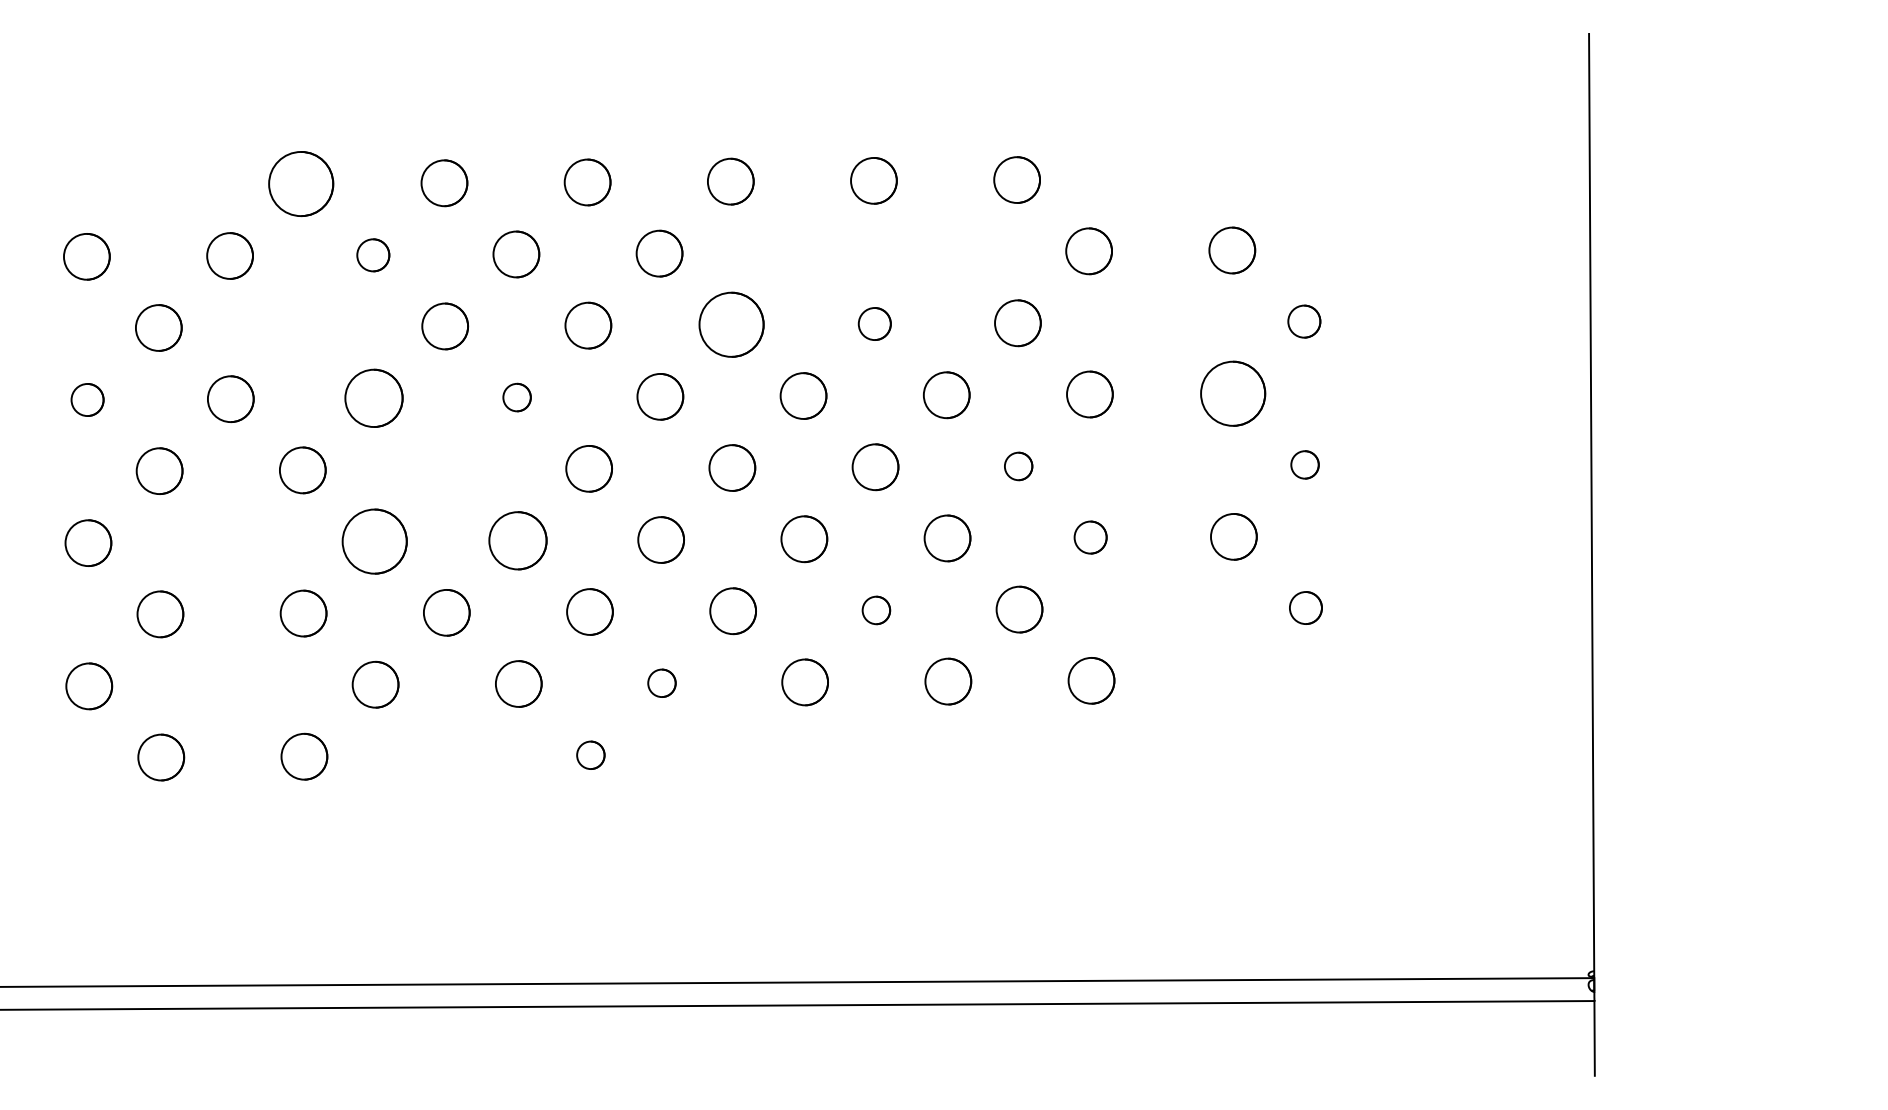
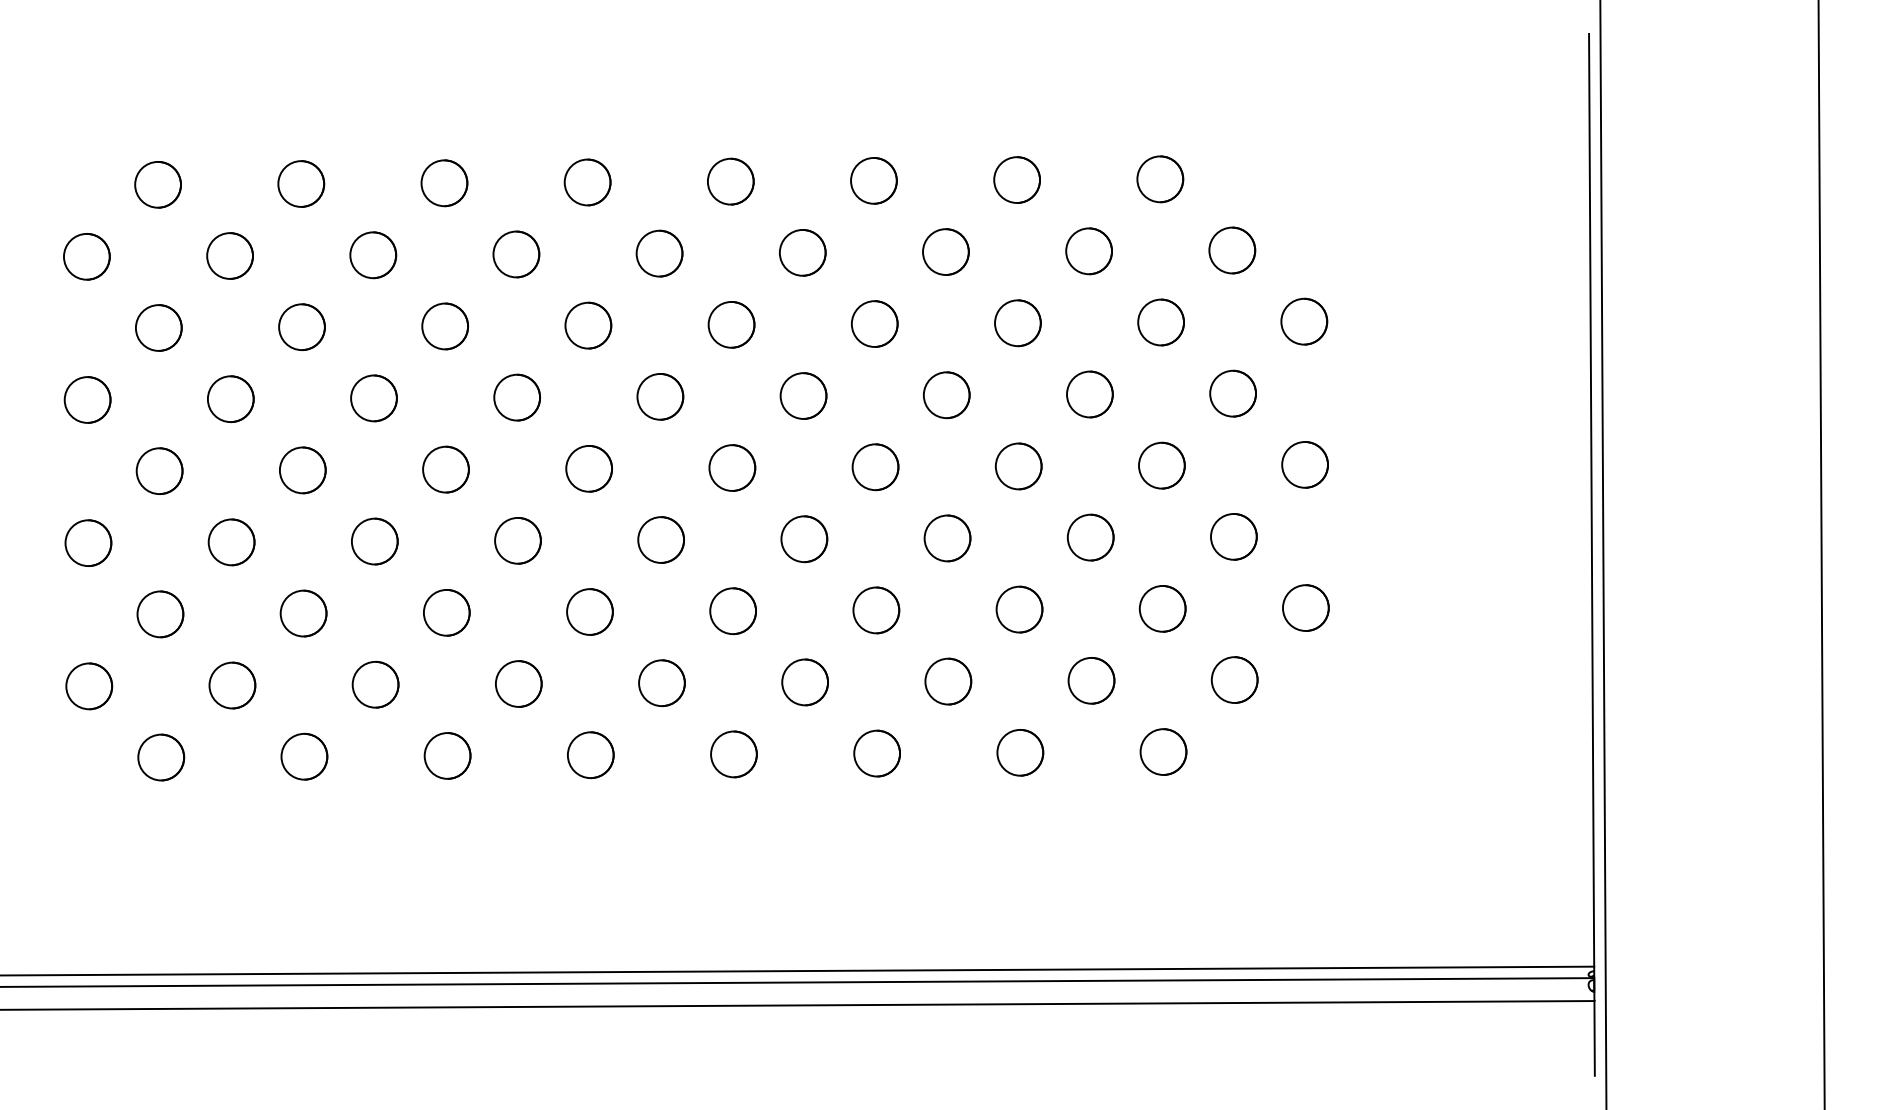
part at (1160, 179): none -> present
part at (301, 183) size: 67x66 px -> 49x48 px
circle at (157, 184): none -> present
circle at (945, 251): none -> present
circle at (802, 252): none -> present
part at (373, 255) size: 35x35 px -> 49x49 px
part at (1304, 321) size: 35x35 px -> 49x49 px
part at (1160, 322): none -> present
circle at (874, 323) size: 35x34 px -> 48x48 px
part at (731, 324) size: 67x67 px -> 49x48 px
part at (301, 327): none -> present
part at (1233, 393) size: 67x67 px -> 48x49 px
part at (373, 397) size: 60x60 px -> 48x49 px
part at (516, 397) size: 30x31 px -> 48x49 px
part at (87, 399) size: 35x34 px -> 49x48 px
circle at (1304, 464) size: 30x30 px -> 48x48 px
part at (1161, 465): none -> present
part at (1018, 466) size: 30x31 px -> 49x49 px
part at (445, 469): none -> present
part at (1090, 537) size: 35x35 px -> 49x49 px
circle at (517, 540) size: 60x60 px -> 48x48 px
part at (374, 541) size: 67x67 px -> 48x49 px
part at (231, 542): none -> present
line at (1603, 554): none -> present
line at (1821, 554): none -> present
circle at (1305, 607) size: 34x34 px -> 48x48 px
part at (1162, 608): none -> present
part at (876, 610) size: 31x31 px -> 49x49 px
part at (1234, 679): none -> present
part at (661, 682) size: 30x30 px -> 48x49 px
part at (232, 685): none -> present
part at (1163, 751): none -> present
part at (1020, 752): none -> present
part at (876, 753): none -> present
part at (590, 754) size: 30x30 px -> 48x49 px
part at (733, 754): none -> present
part at (447, 755): none -> present
line at (798, 970): none -> present
